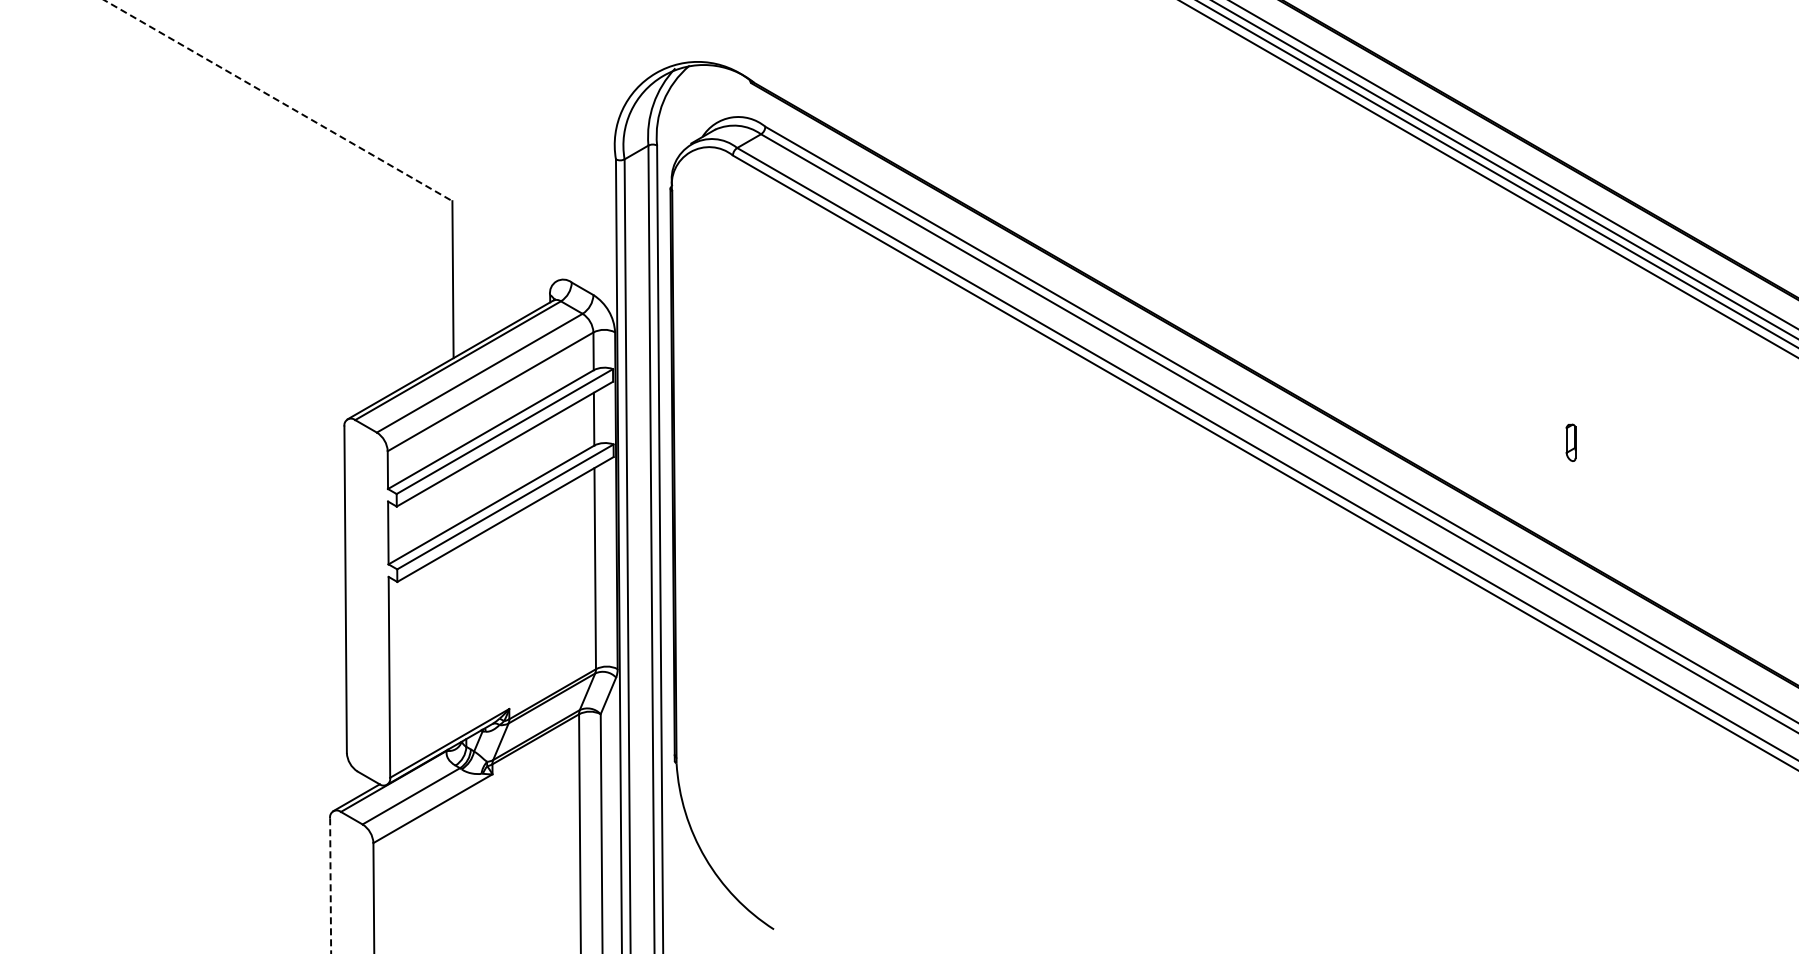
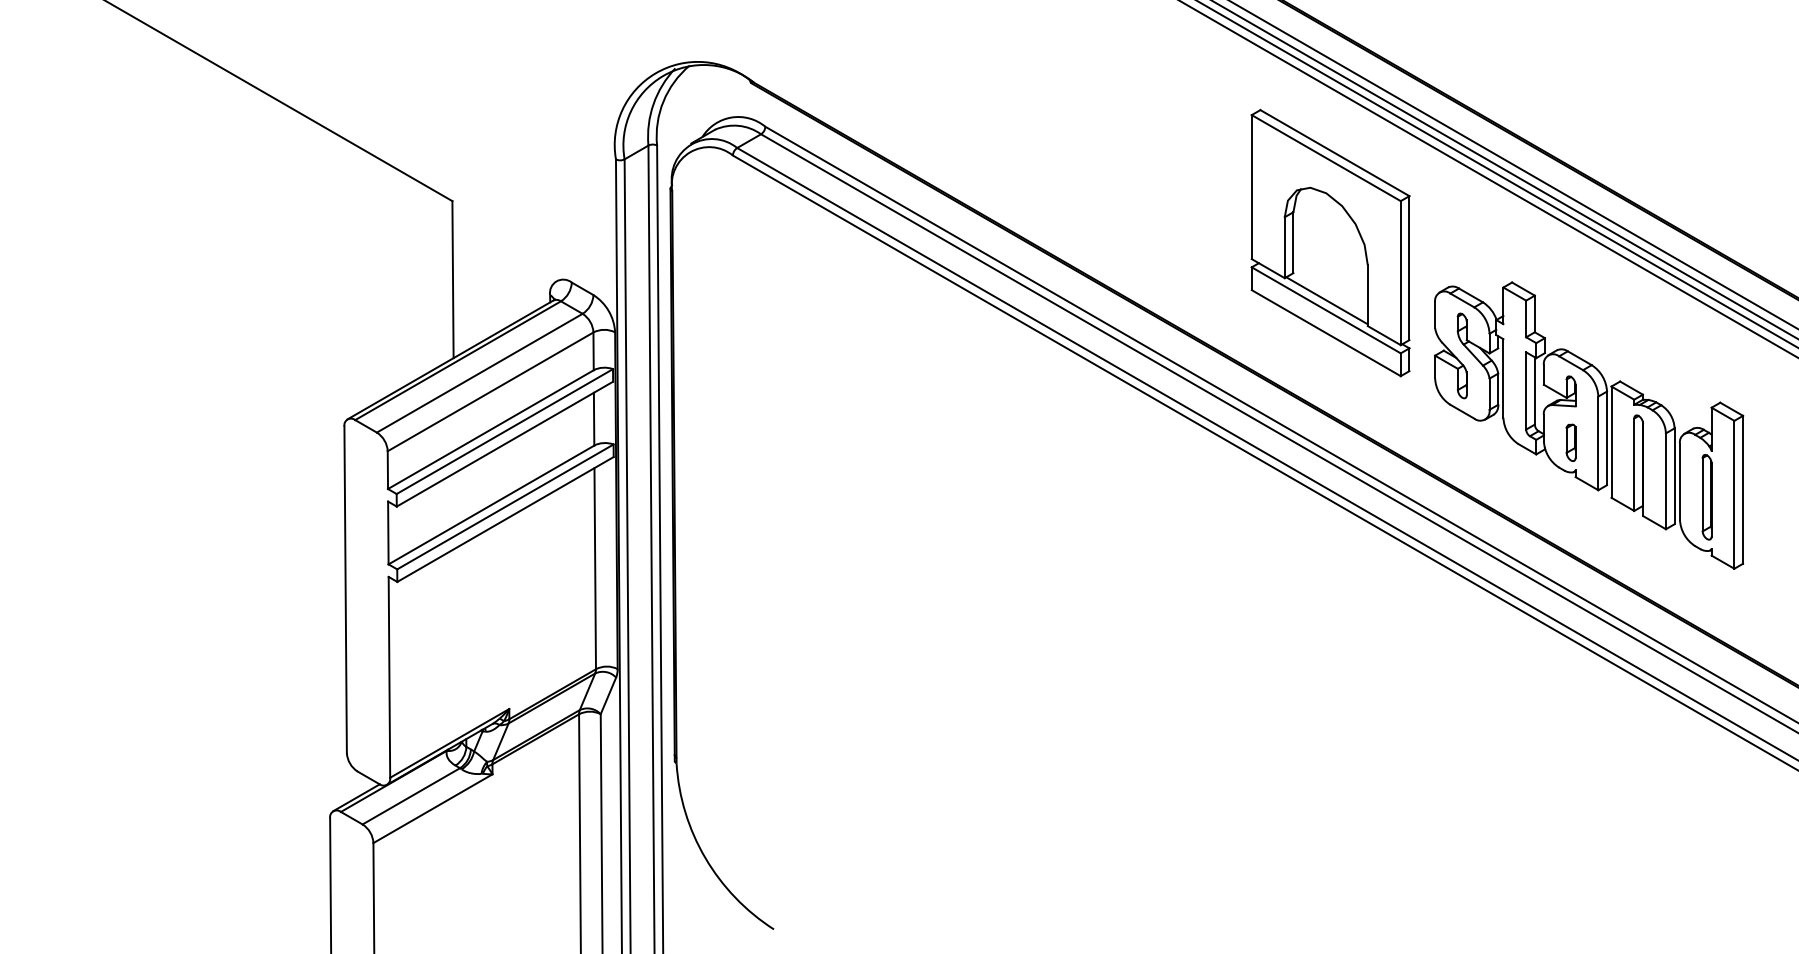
line at (278, 100): dashed -> solid
part at (1330, 243): none -> present
part at (1589, 425): none -> present
line at (330, 886): dashed -> solid
